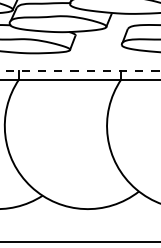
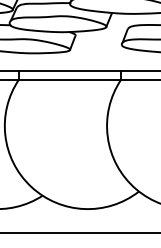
line at (80, 71): dashed -> solid
line at (79, 242) position: (79, 242) -> (79, 233)
